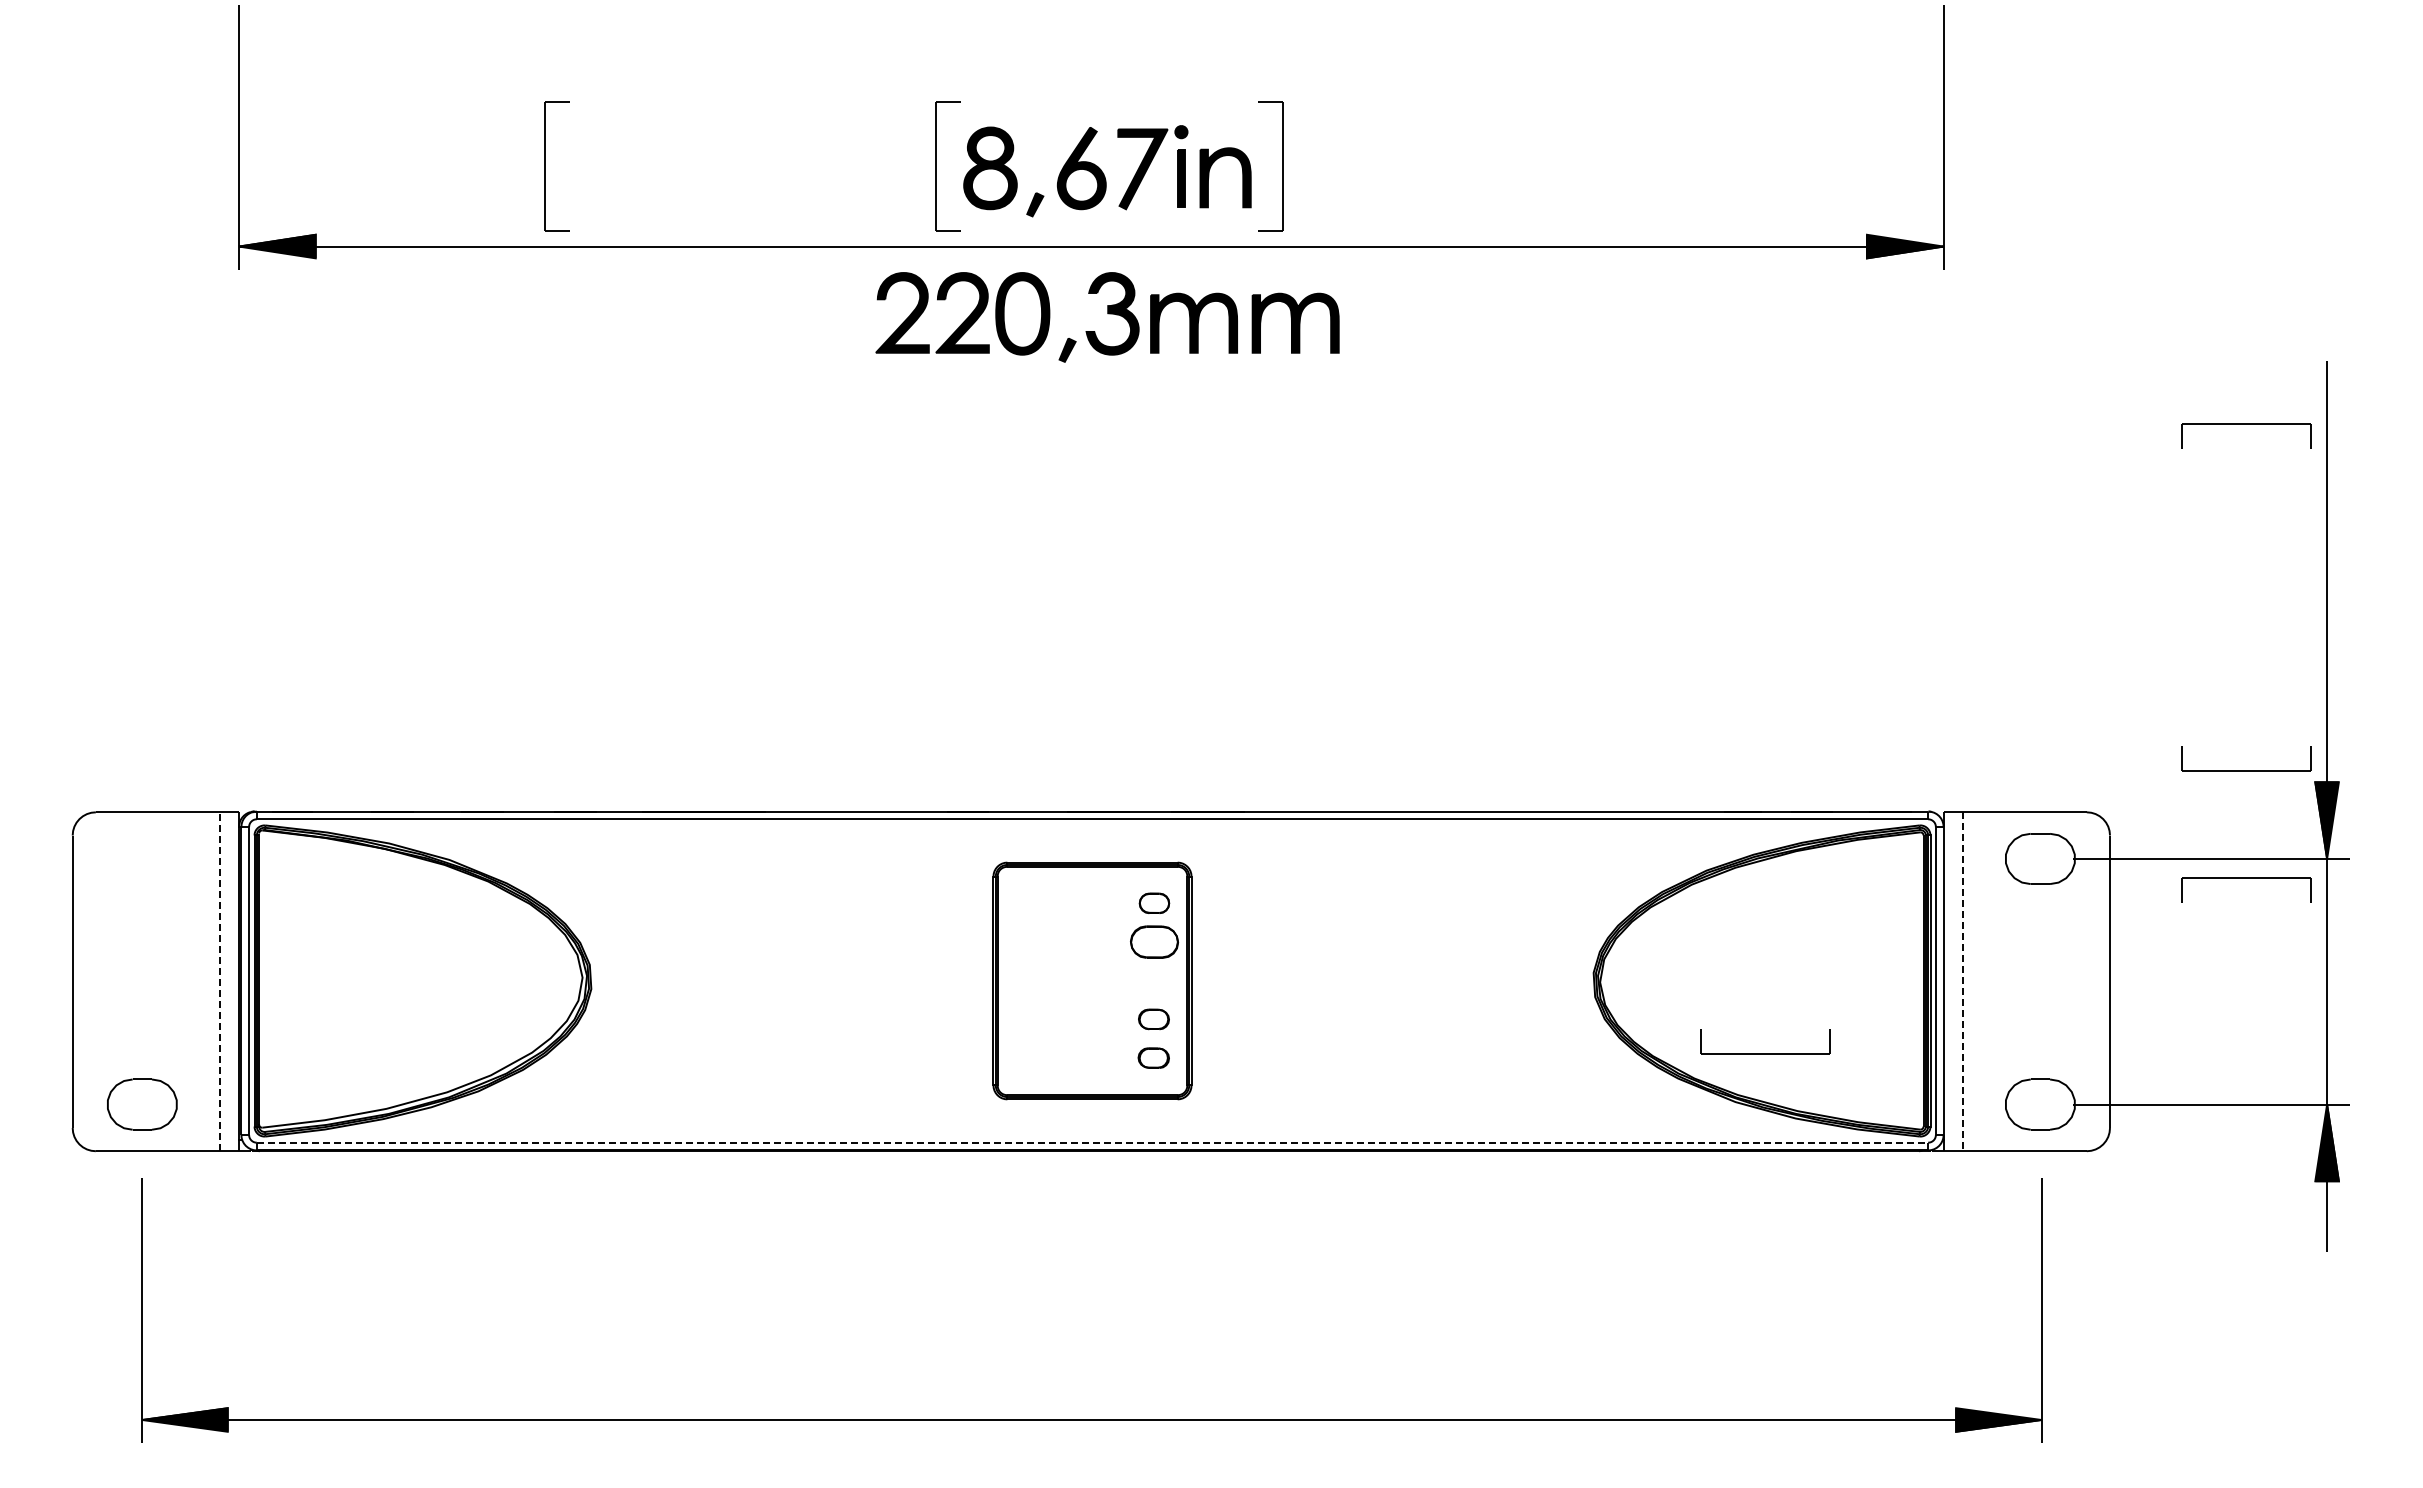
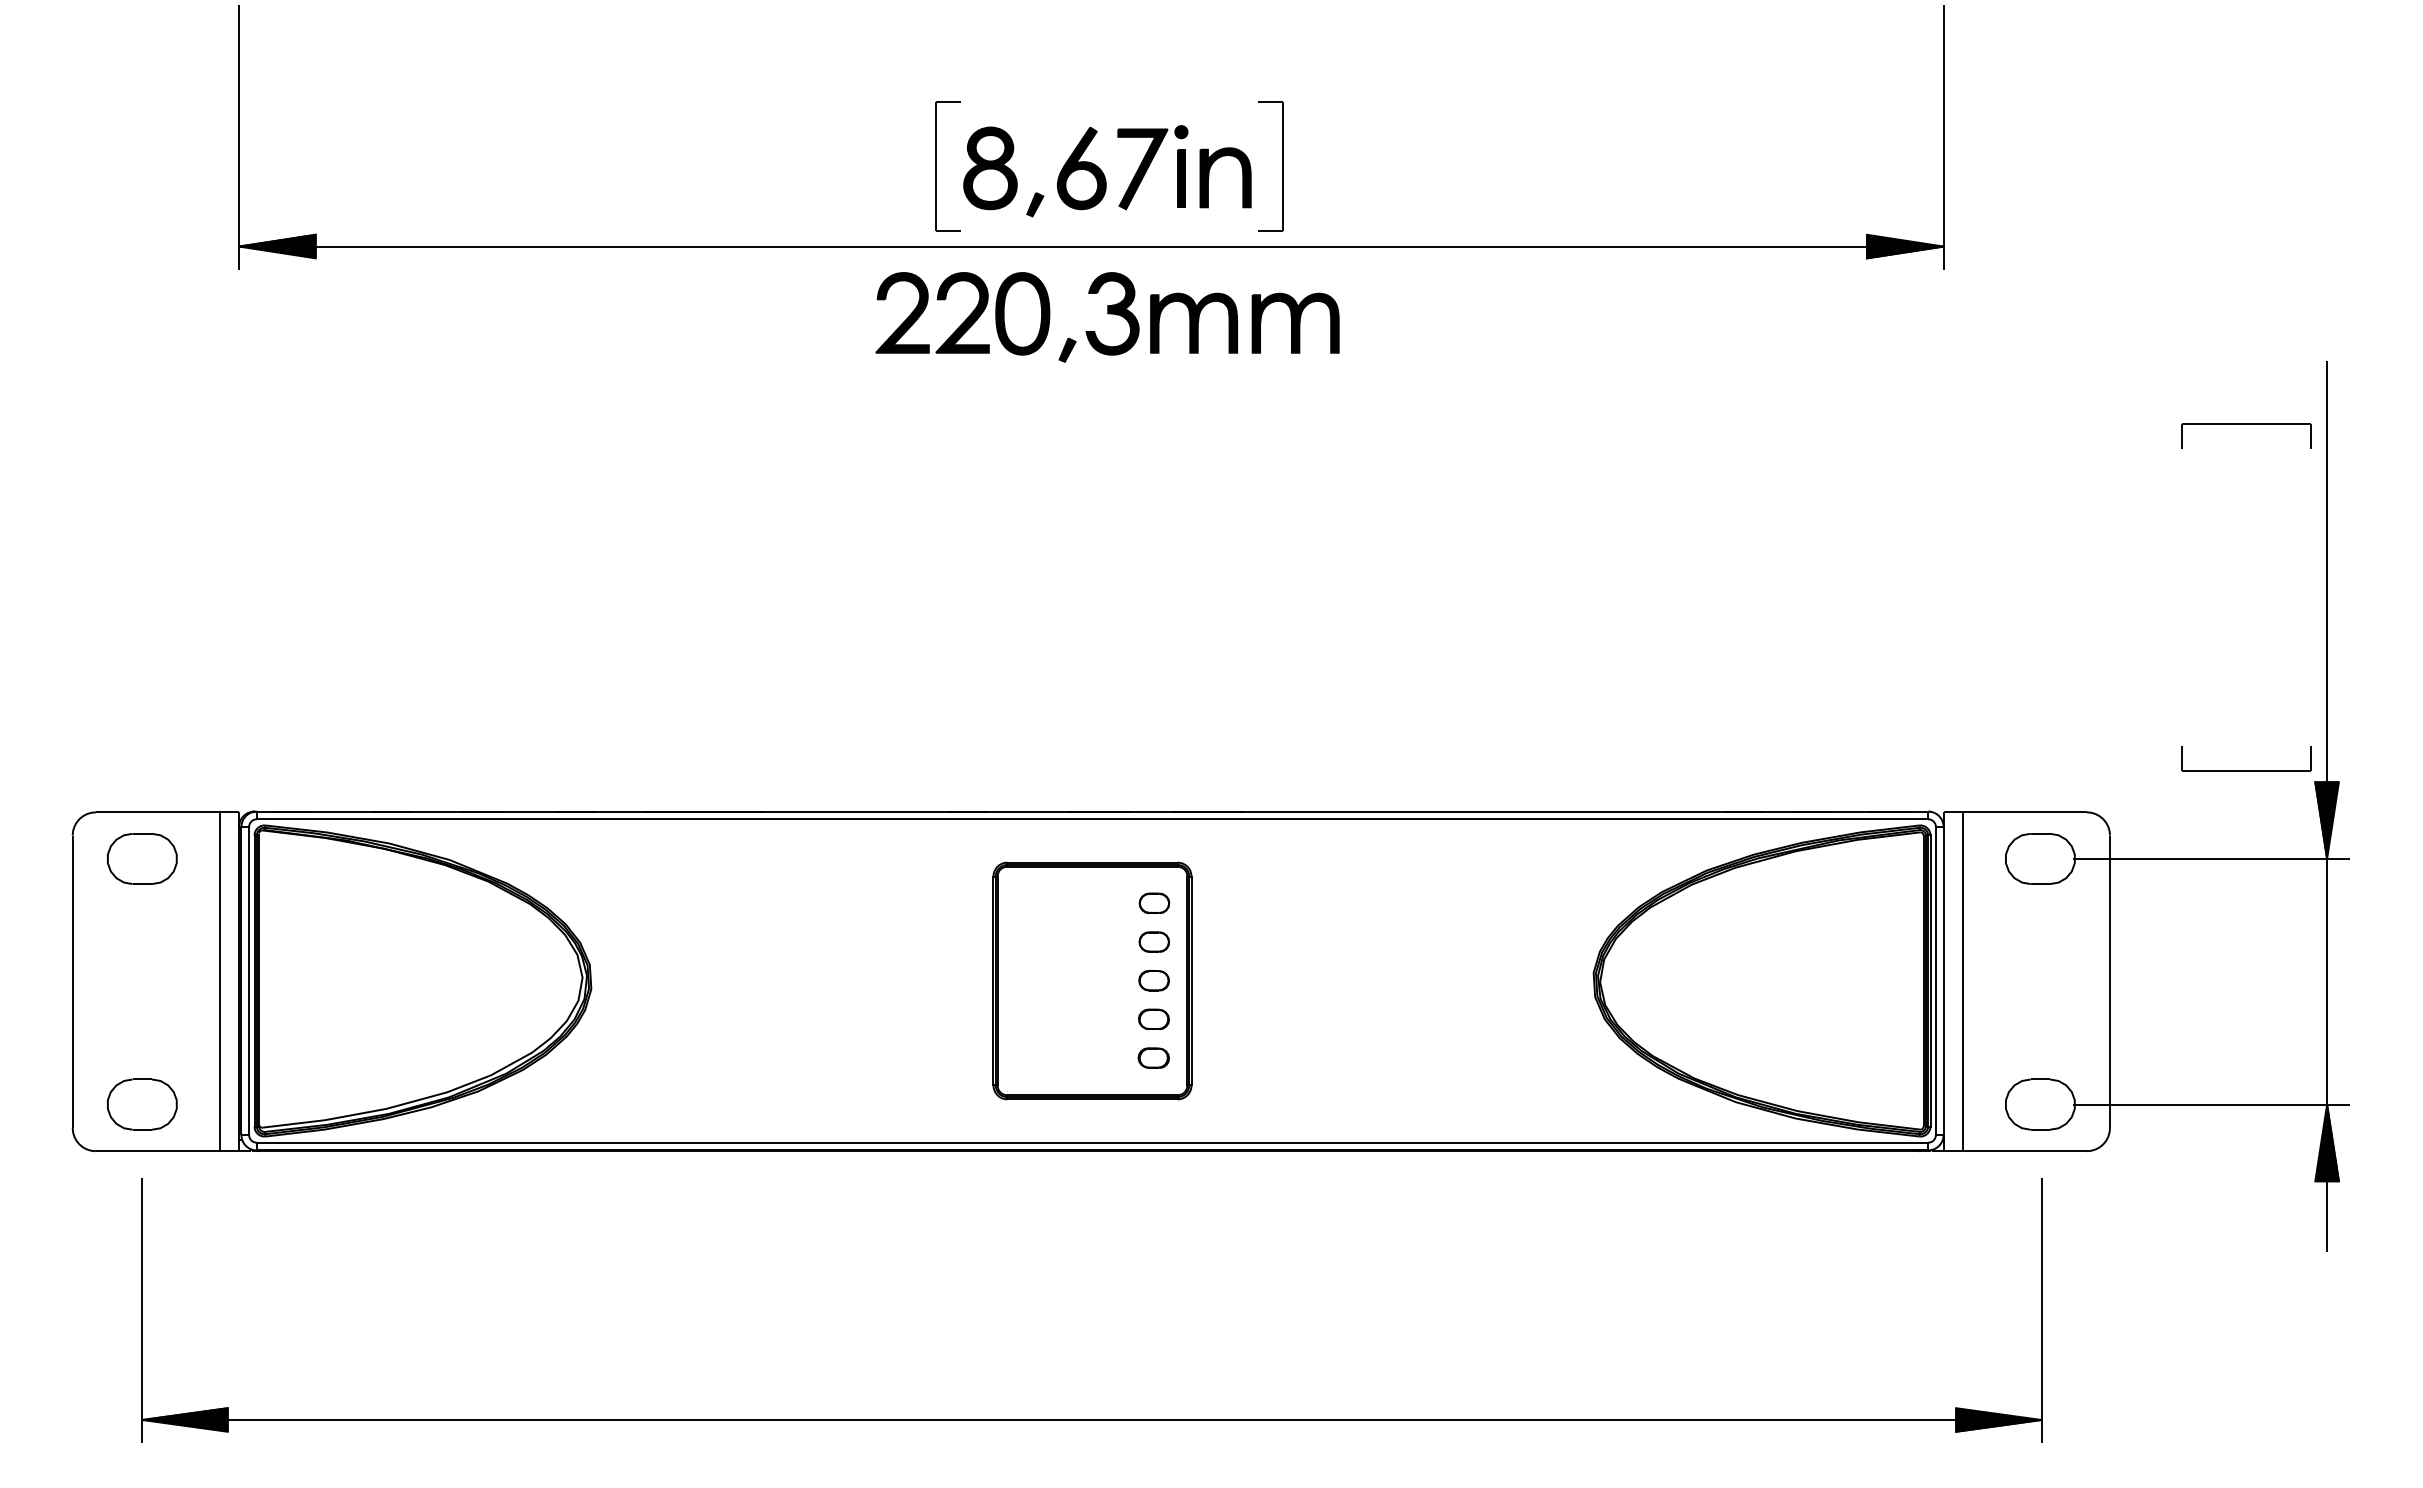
part at (545, 166): present -> none
part at (142, 858): none -> present
part at (2246, 878): present -> none
part at (1154, 941) size: 49x34 px -> 32x22 px
part at (1153, 980): none -> present
line at (219, 981): dashed -> solid
line at (1962, 982): dashed -> solid
part at (1765, 1053): present -> none
line at (1092, 1142): dashed -> solid
